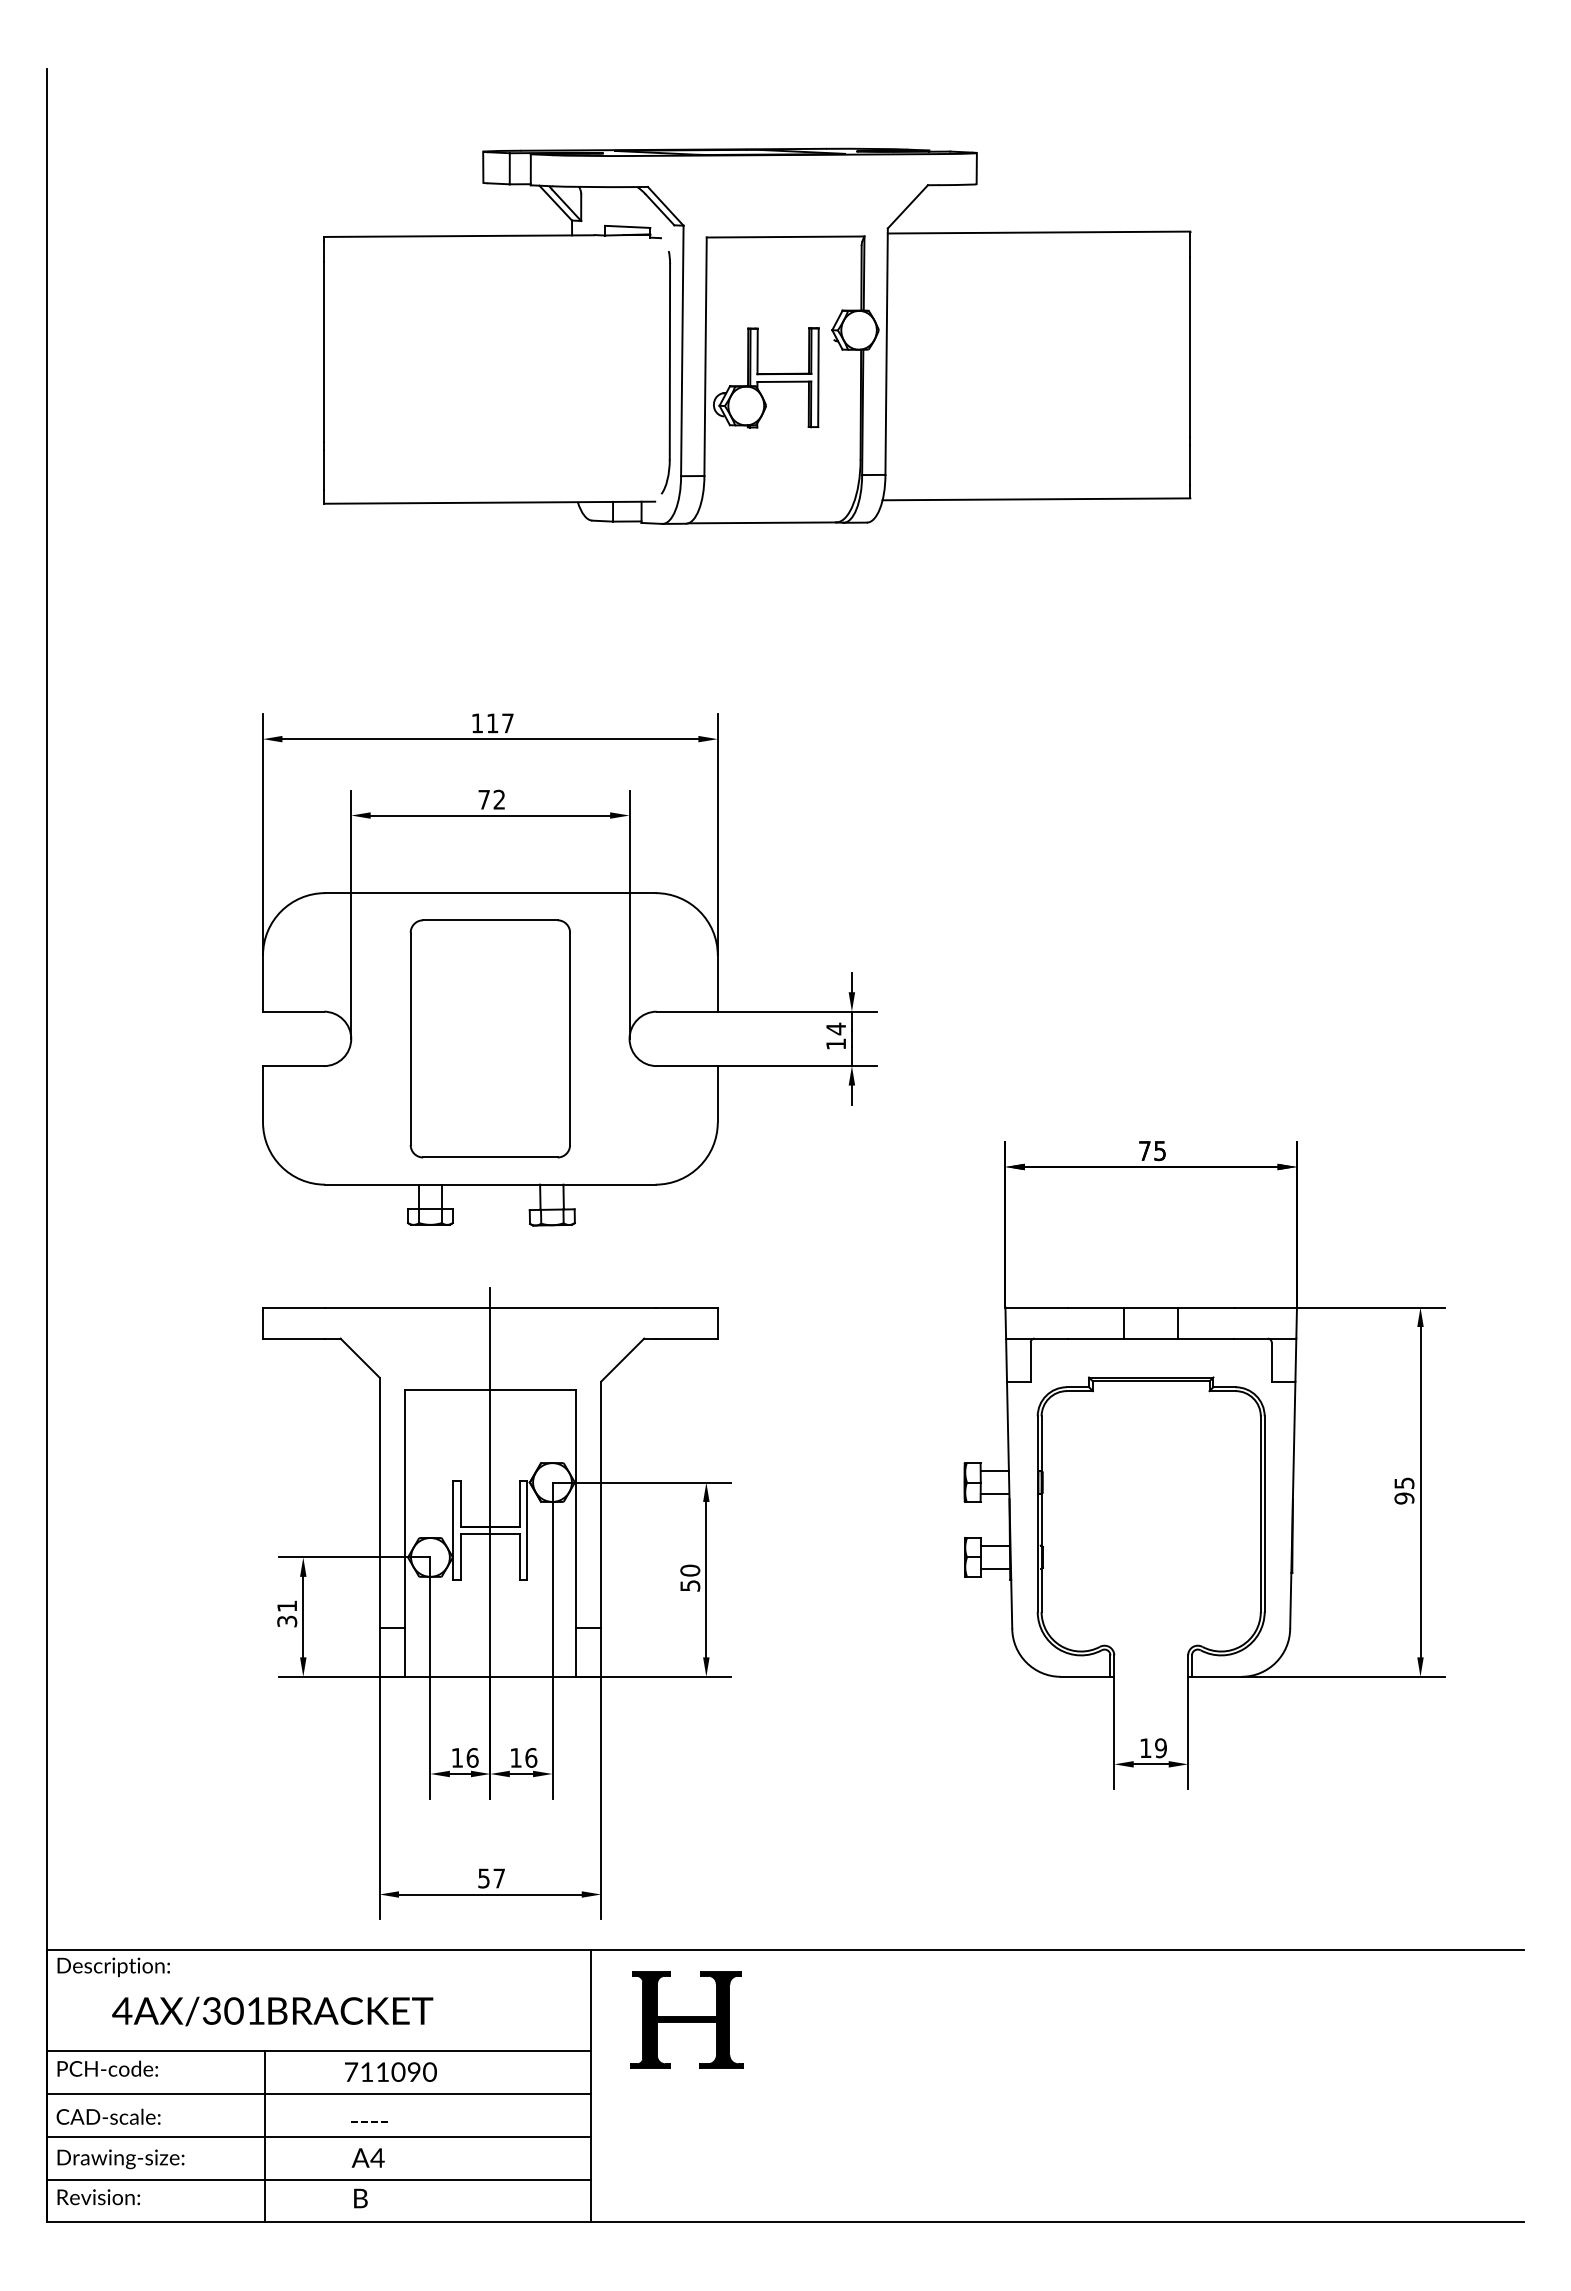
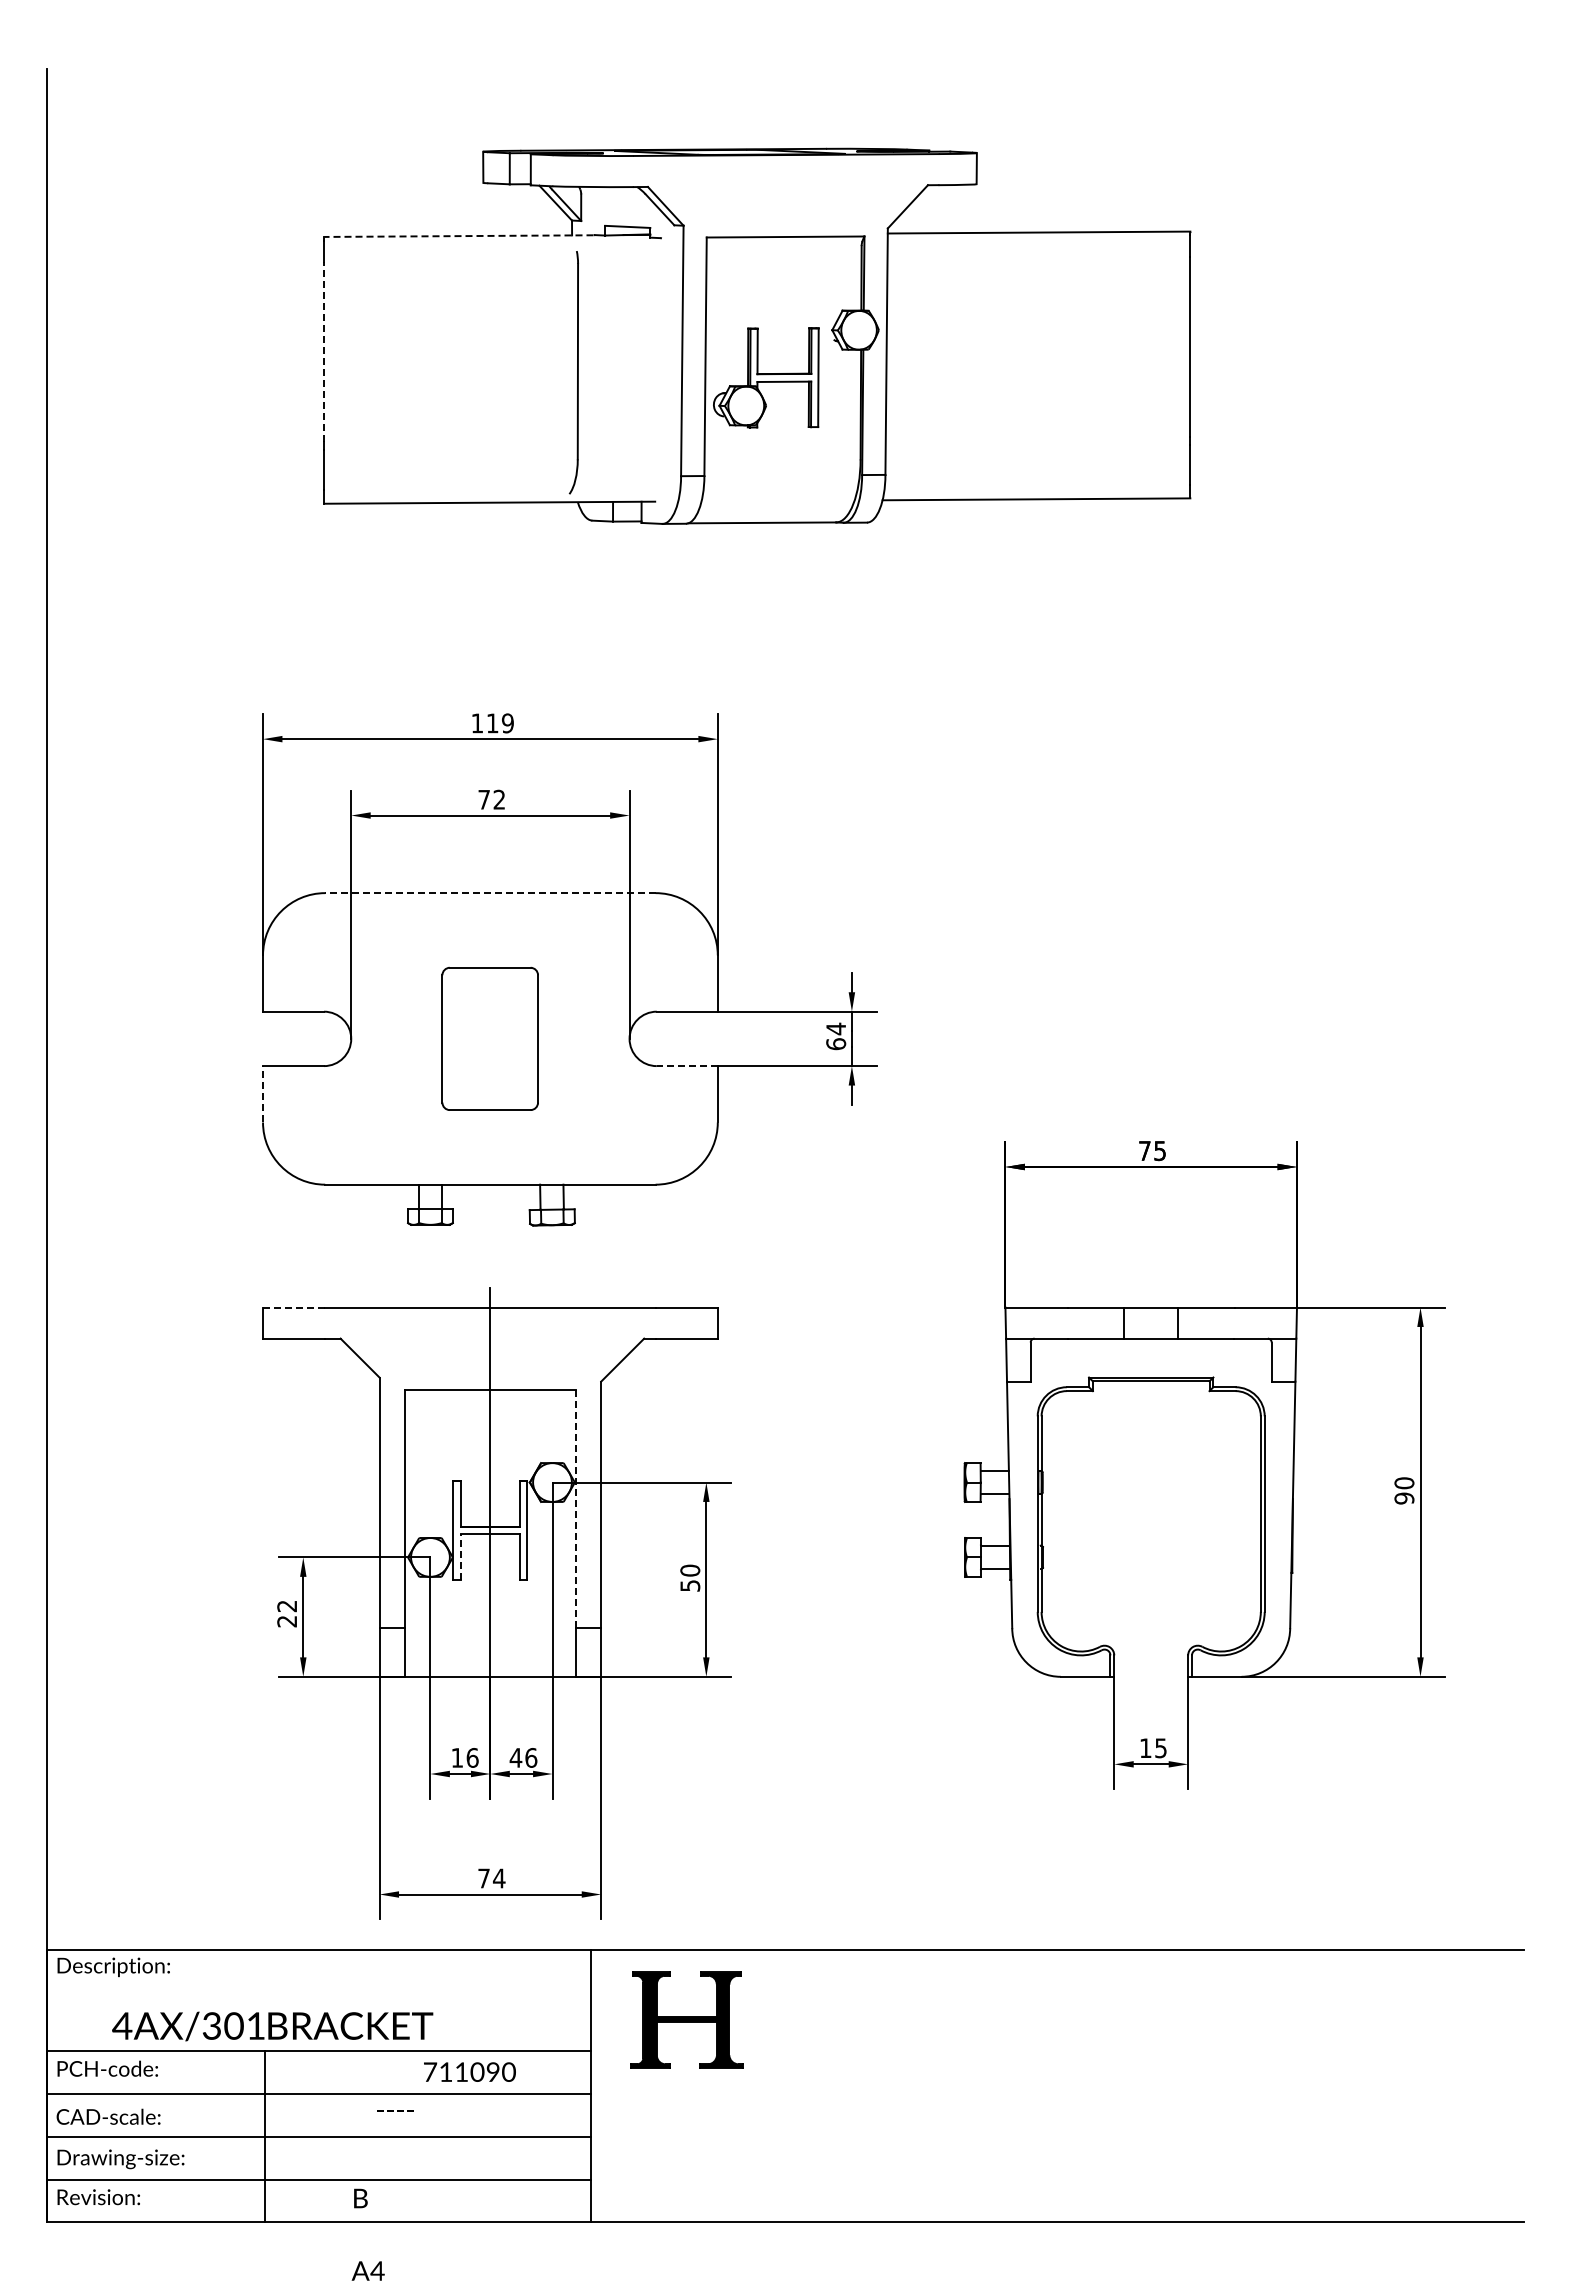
line at (458, 236): solid -> dashed
line at (324, 351): solid -> dashed
part at (665, 372) position: (665, 372) -> (573, 372)
text at (507, 723): 117 -> 119
line at (489, 893): solid -> dashed
part at (489, 1038) size: 162x240 px -> 98x145 px
text at (836, 1044): 14 -> 64
line at (687, 1066): solid -> dashed
line at (263, 1093): solid -> dashed
line at (293, 1307): solid -> dashed
text at (1404, 1483): 95 -> 90
line at (575, 1508): solid -> dashed
line at (461, 1557): solid -> dashed
text at (287, 1613): 31 -> 22
text at (1160, 1747): 19 -> 15
text at (515, 1757): 16 -> 46
text at (491, 1878): 57 -> 74
text at (272, 2011) position: (272, 2011) -> (272, 2026)
text at (390, 2071) position: (390, 2071) -> (469, 2071)
text at (369, 2121) position: (369, 2121) -> (395, 2110)
text at (367, 2157) position: (367, 2157) -> (367, 2270)
